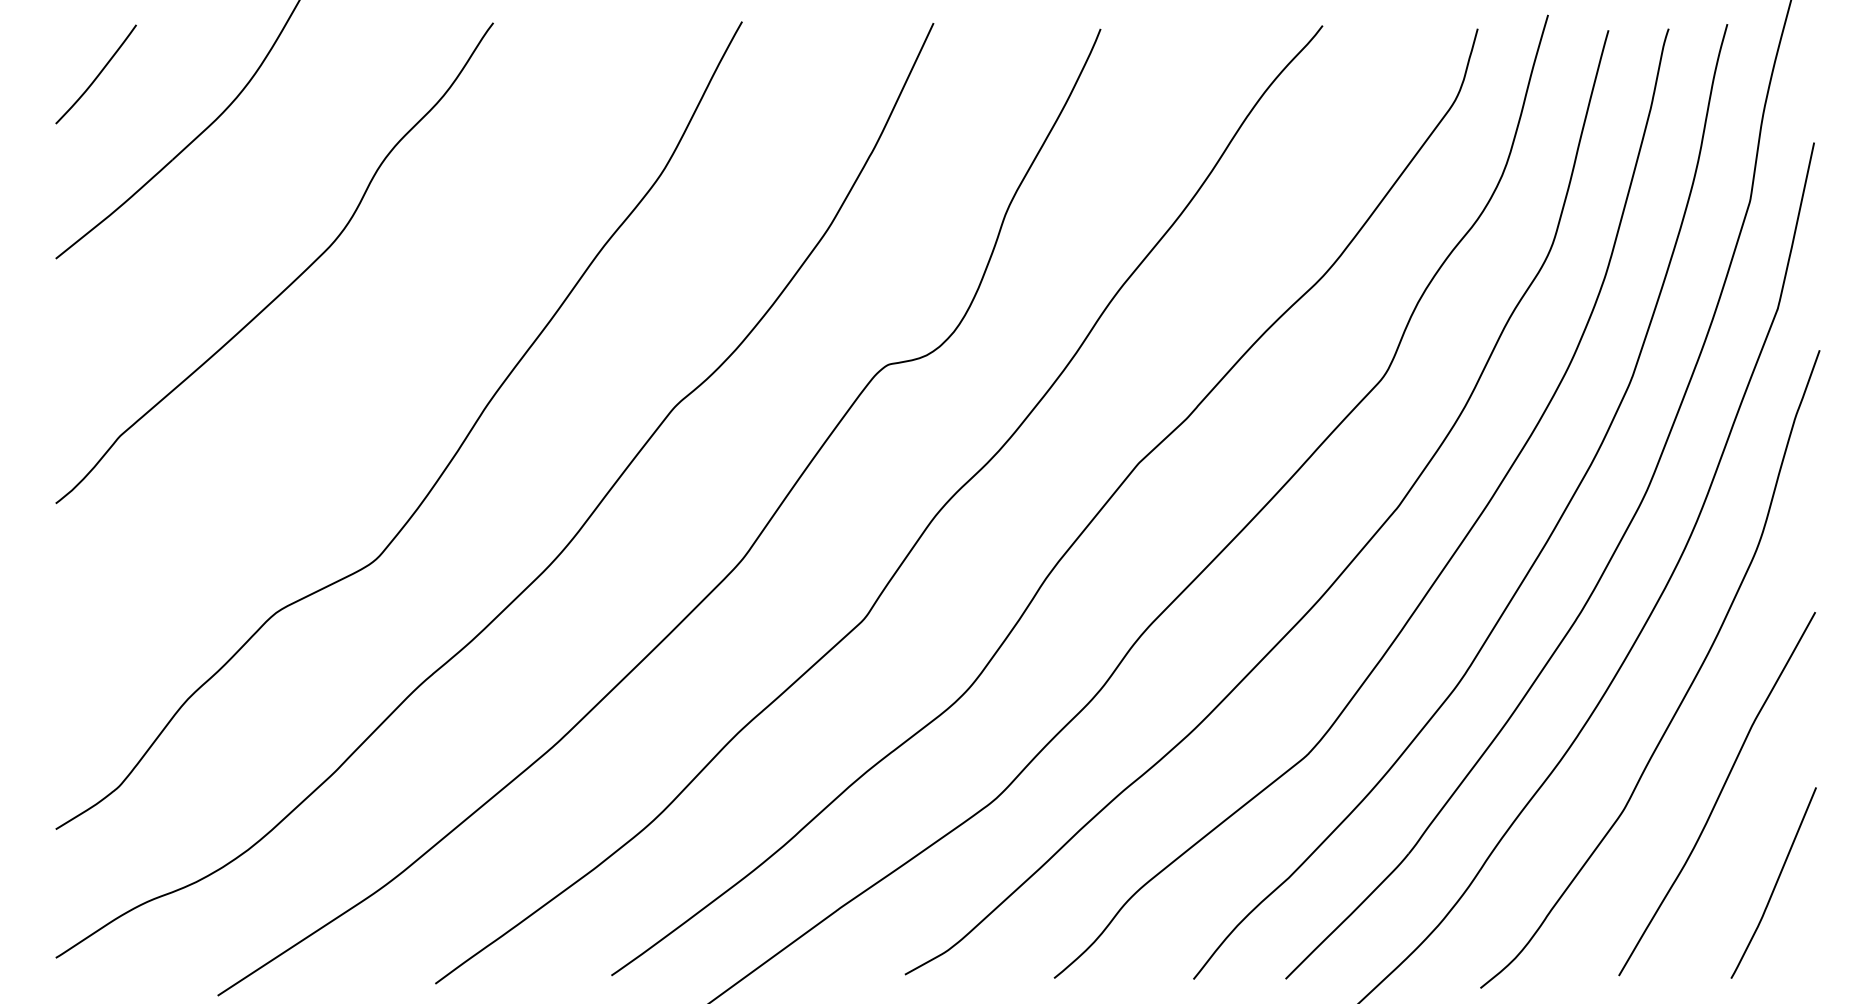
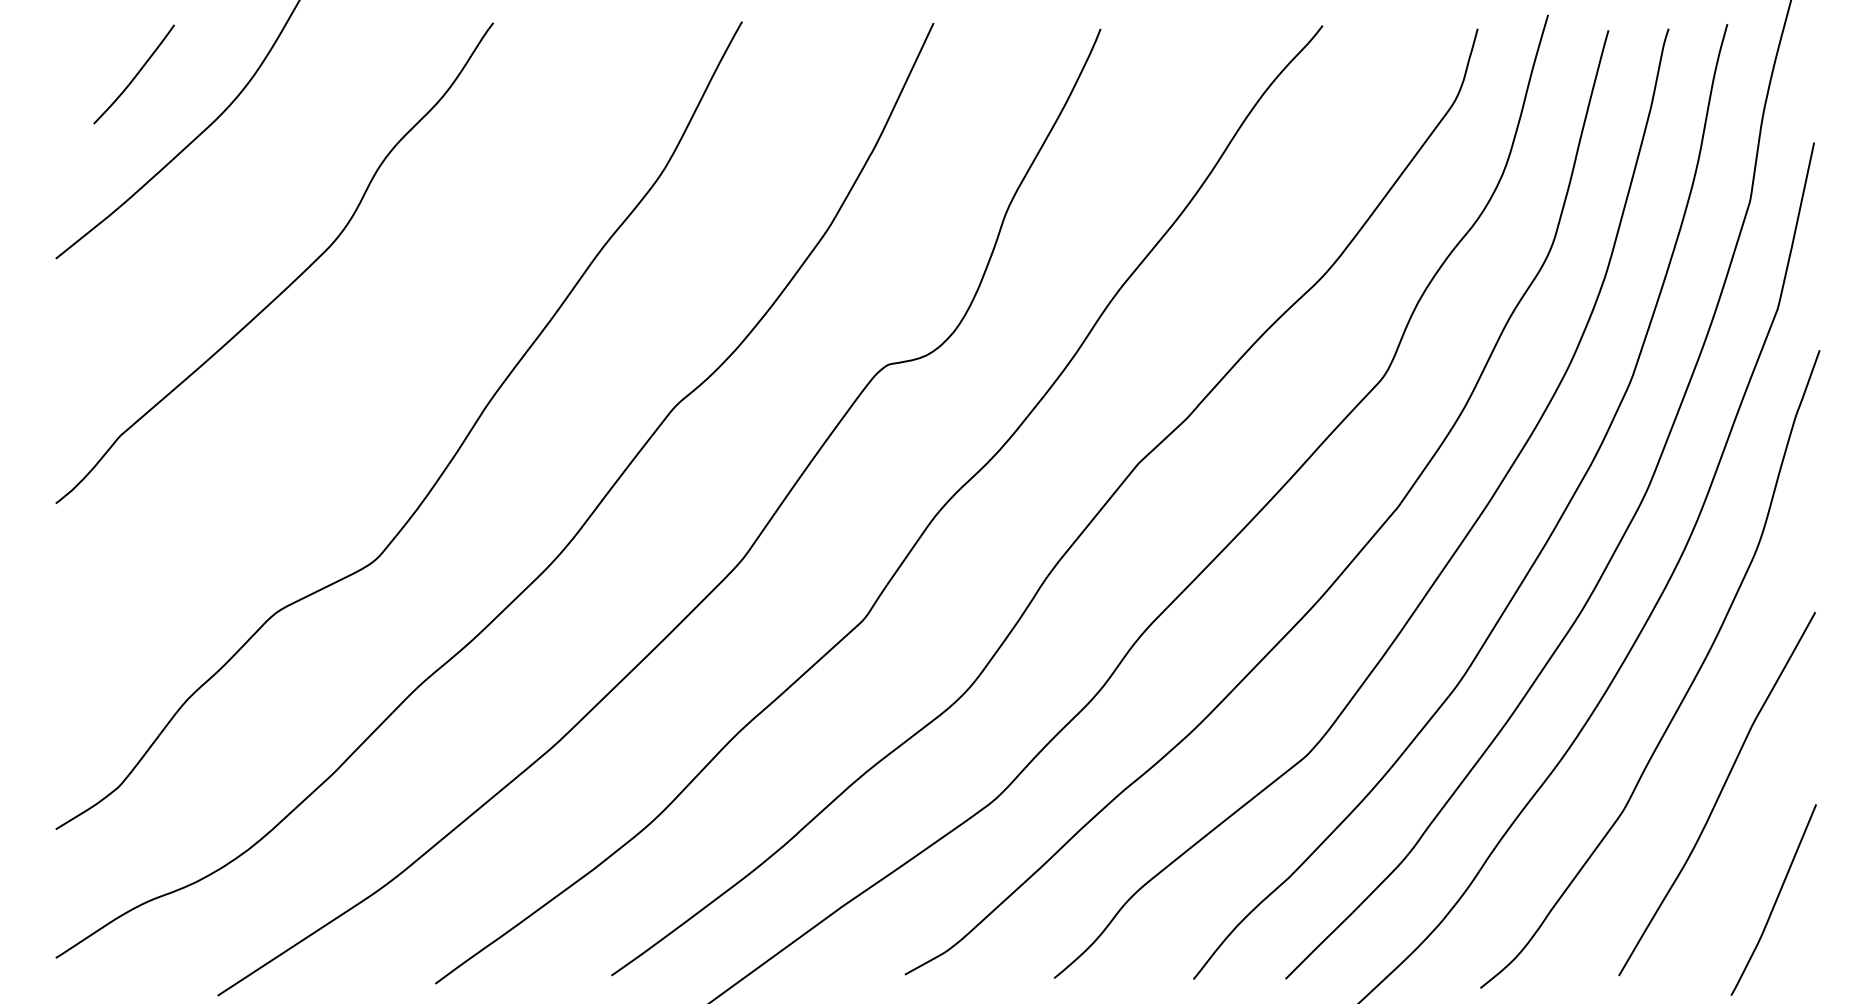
curve at (97, 74) position: (97, 74) -> (135, 74)
curve at (1775, 882) position: (1775, 882) -> (1775, 899)
